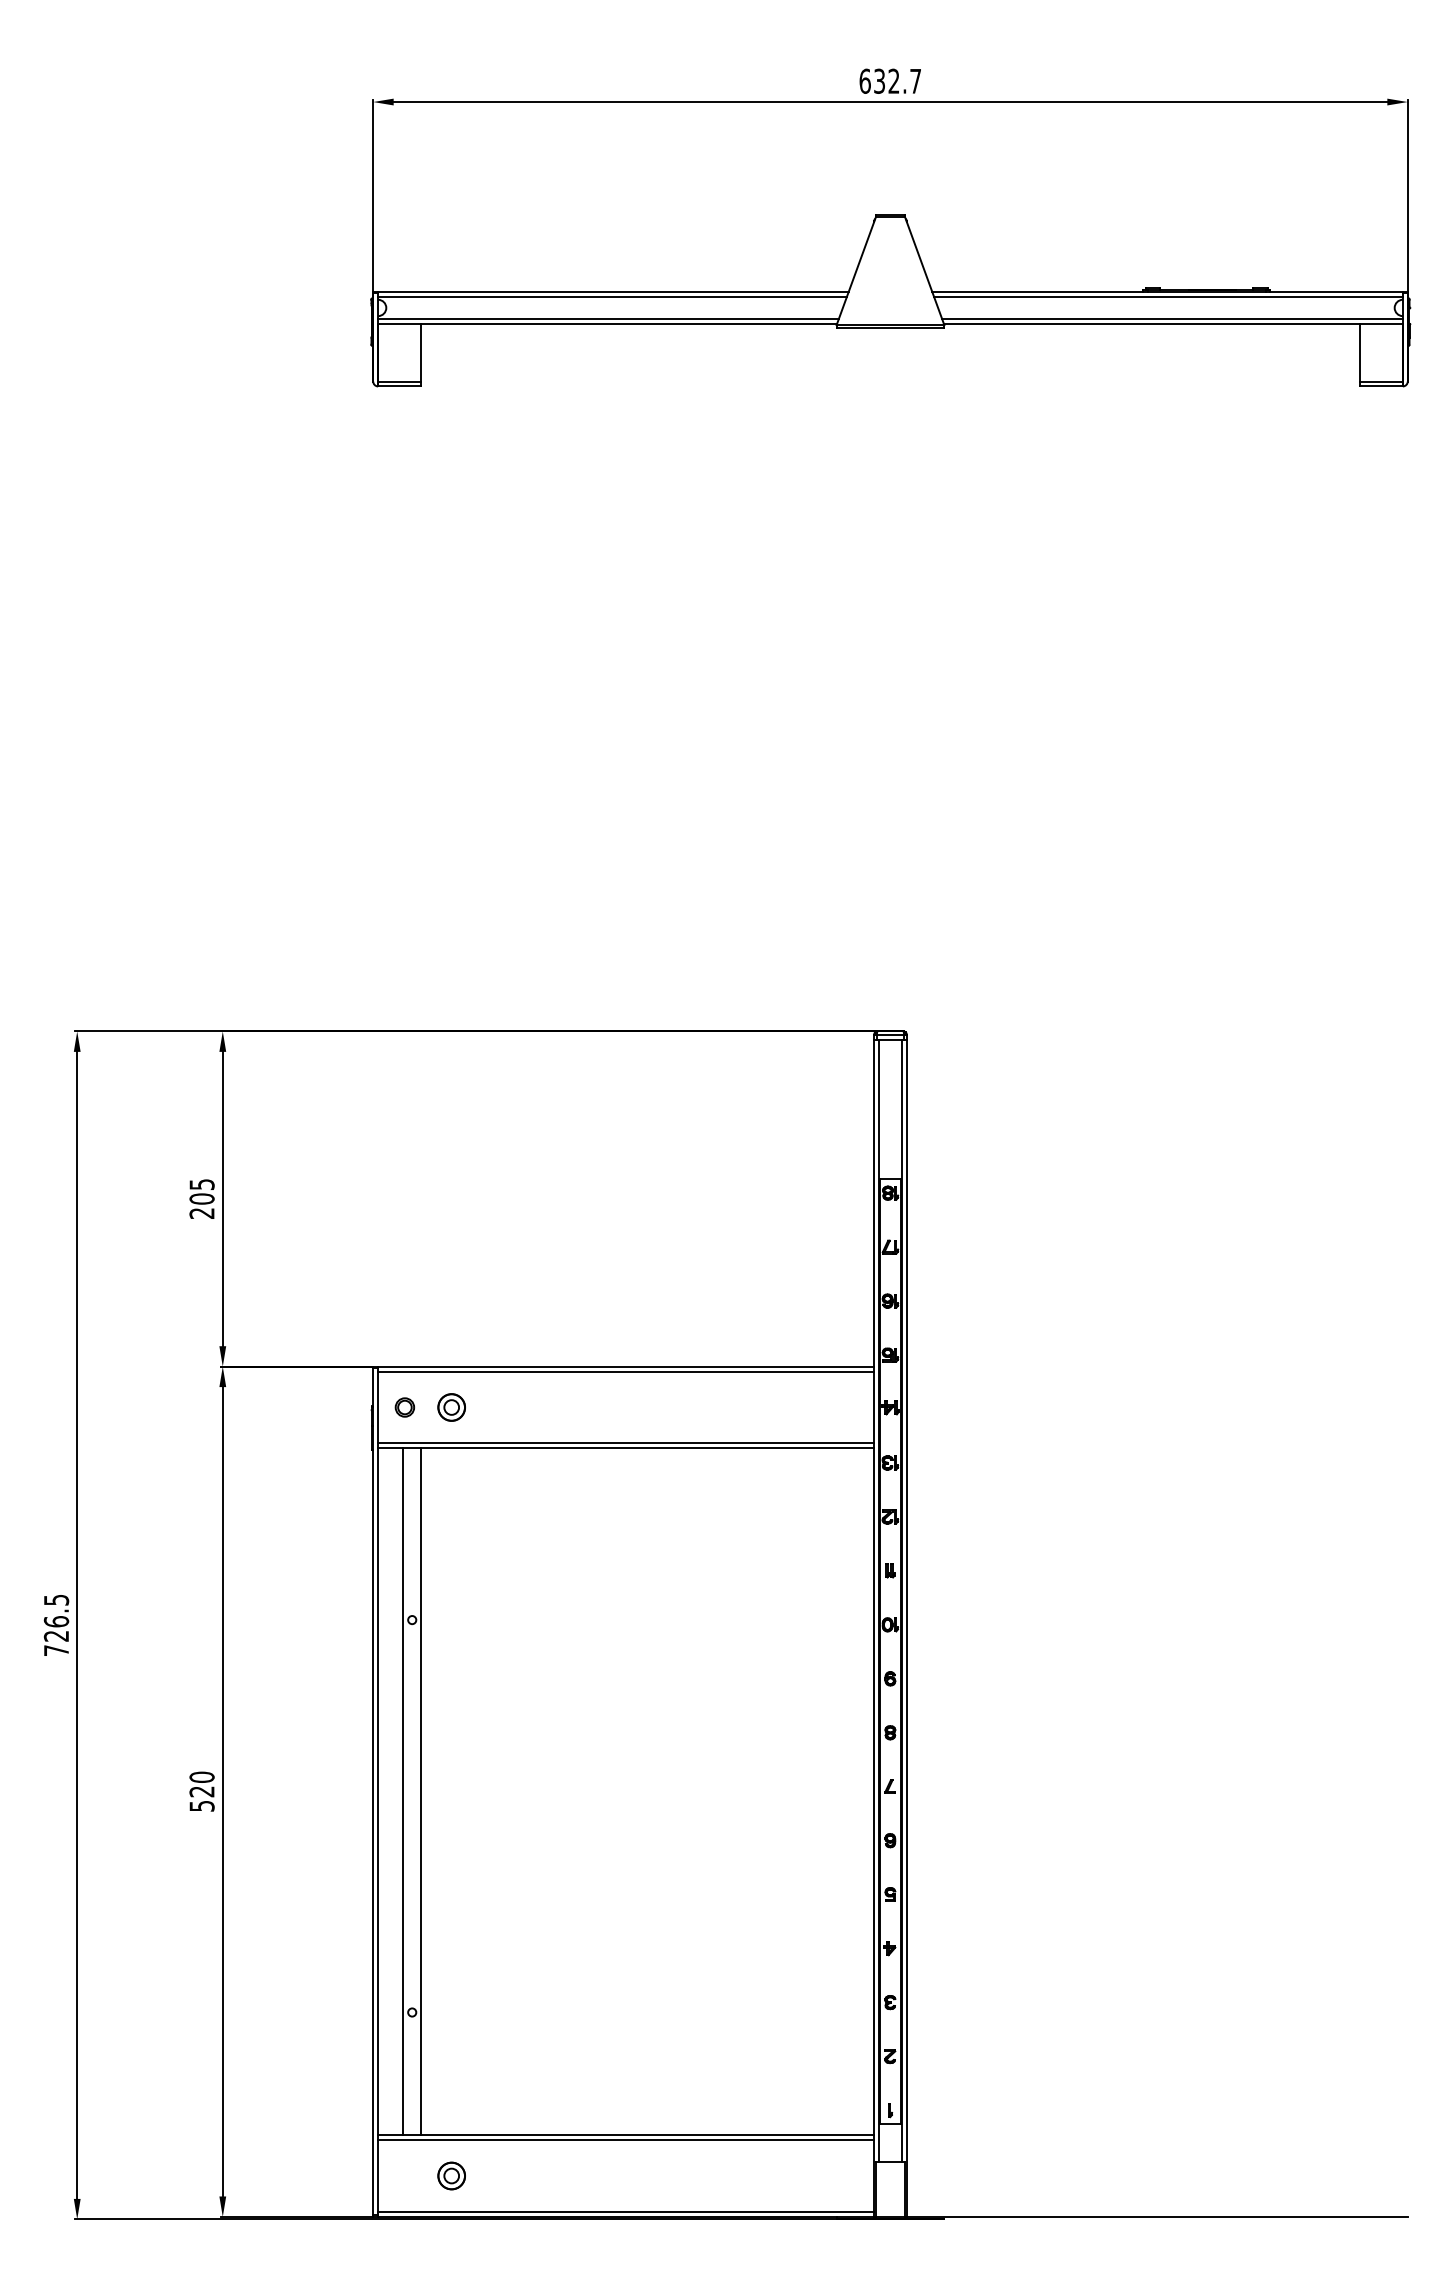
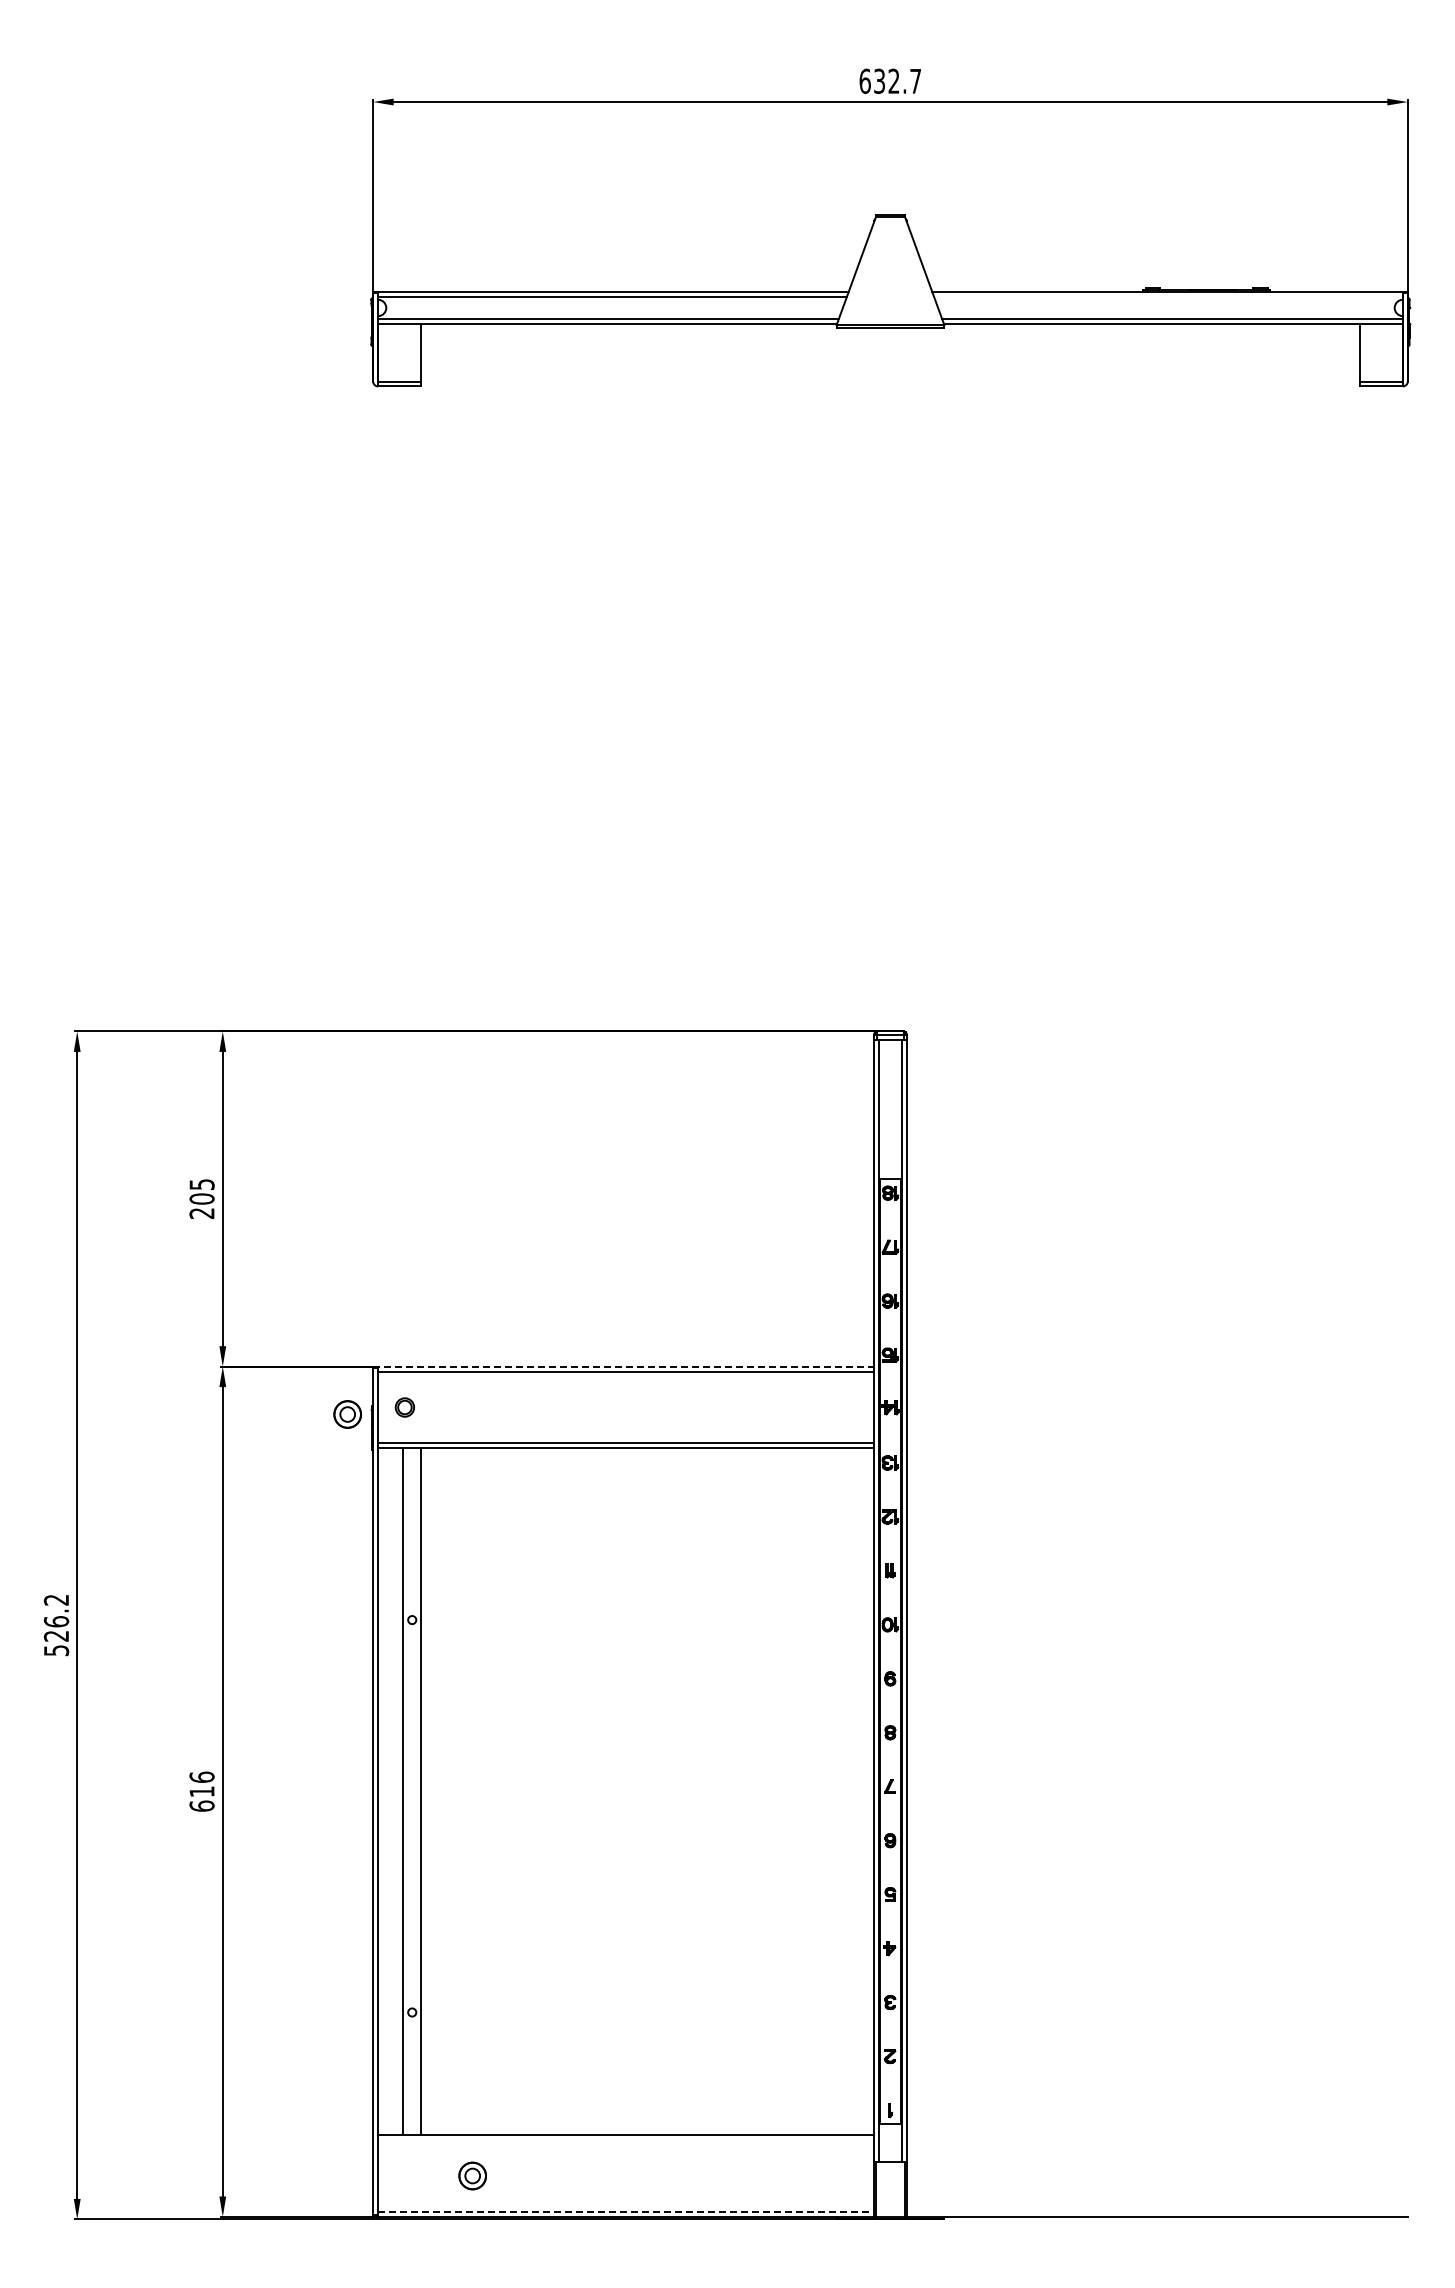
line at (1167, 296): present -> none
line at (624, 1366): solid -> dashed
part at (451, 1407) position: (451, 1407) -> (347, 1414)
text at (56, 1625): 726.5 -> 526.2
text at (201, 1791): 520 -> 616
line at (626, 2140): present -> none
part at (451, 2175) position: (451, 2175) -> (472, 2175)
line at (626, 2212): solid -> dashed
